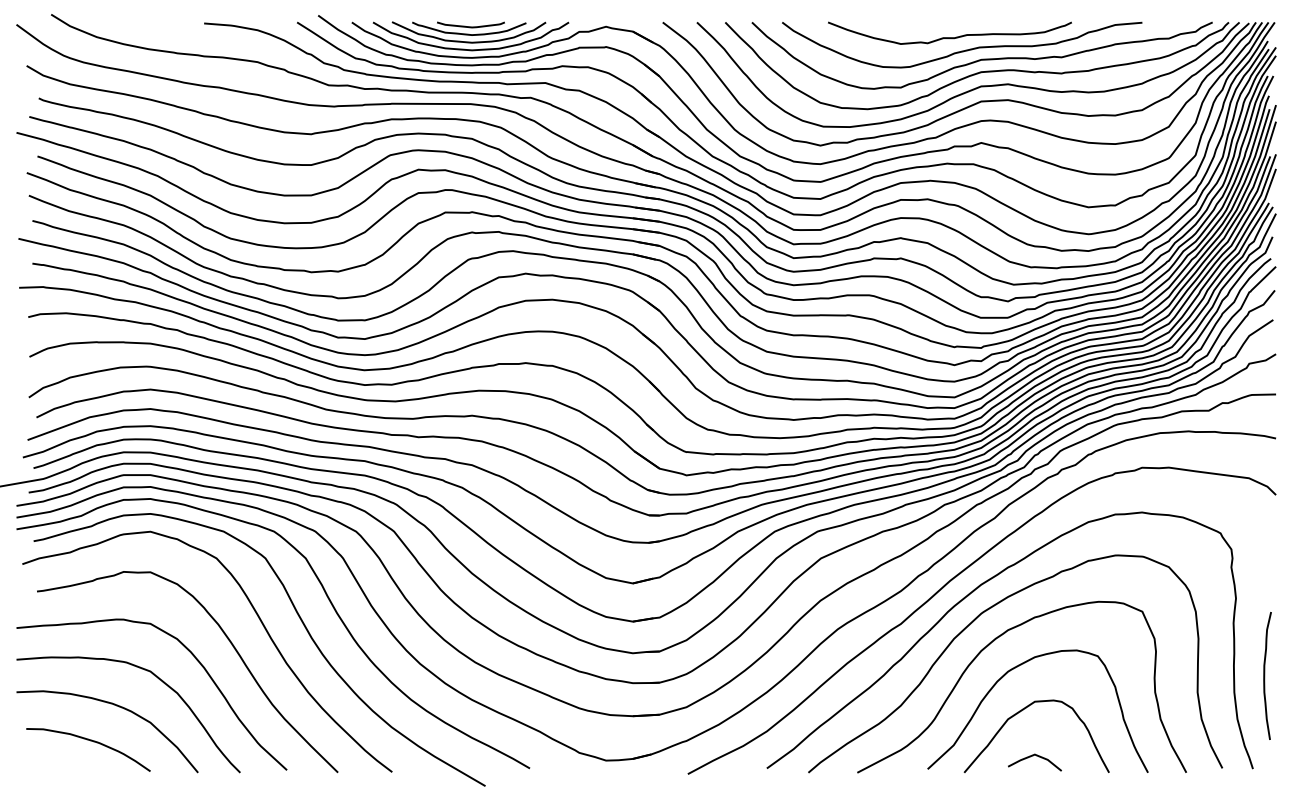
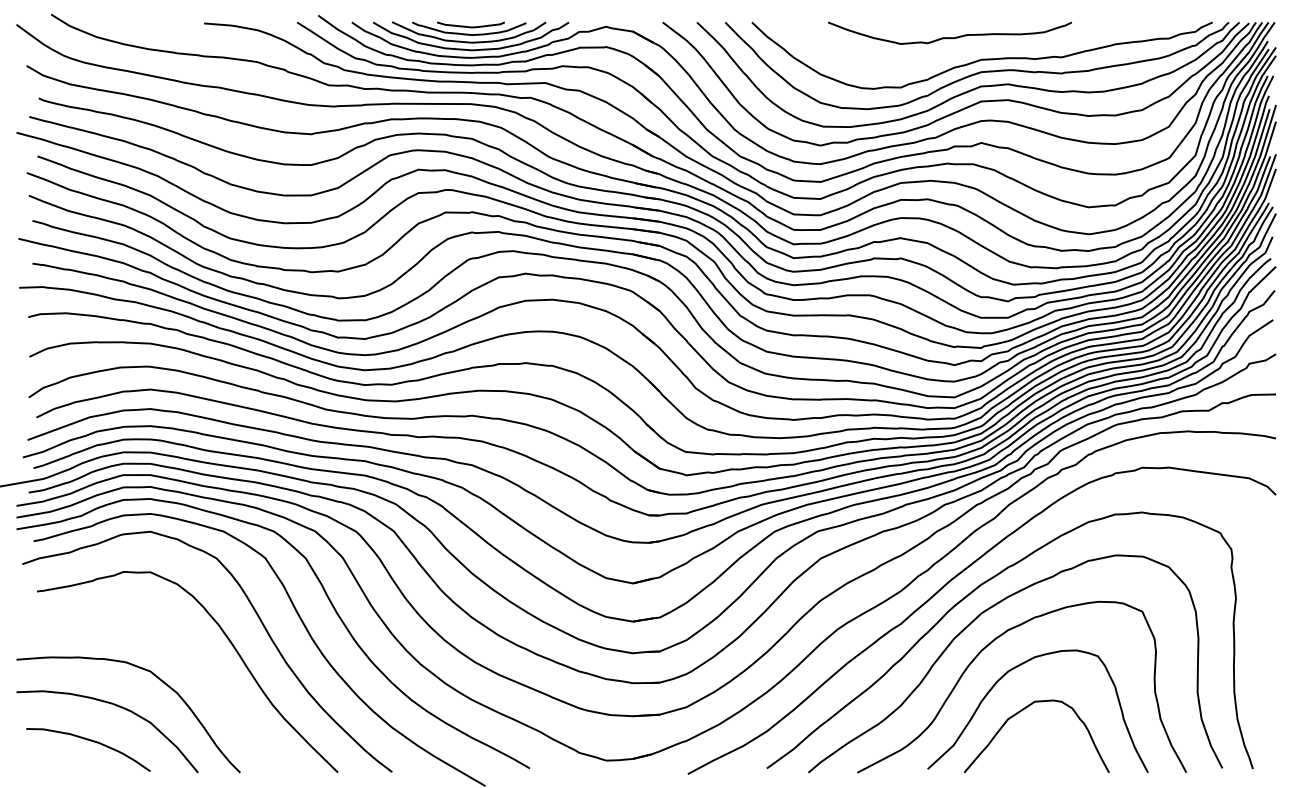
curve at (965, 49): present -> none
curve at (195, 659): present -> none
curve at (1265, 675): present -> none
line at (1033, 756): present -> none
